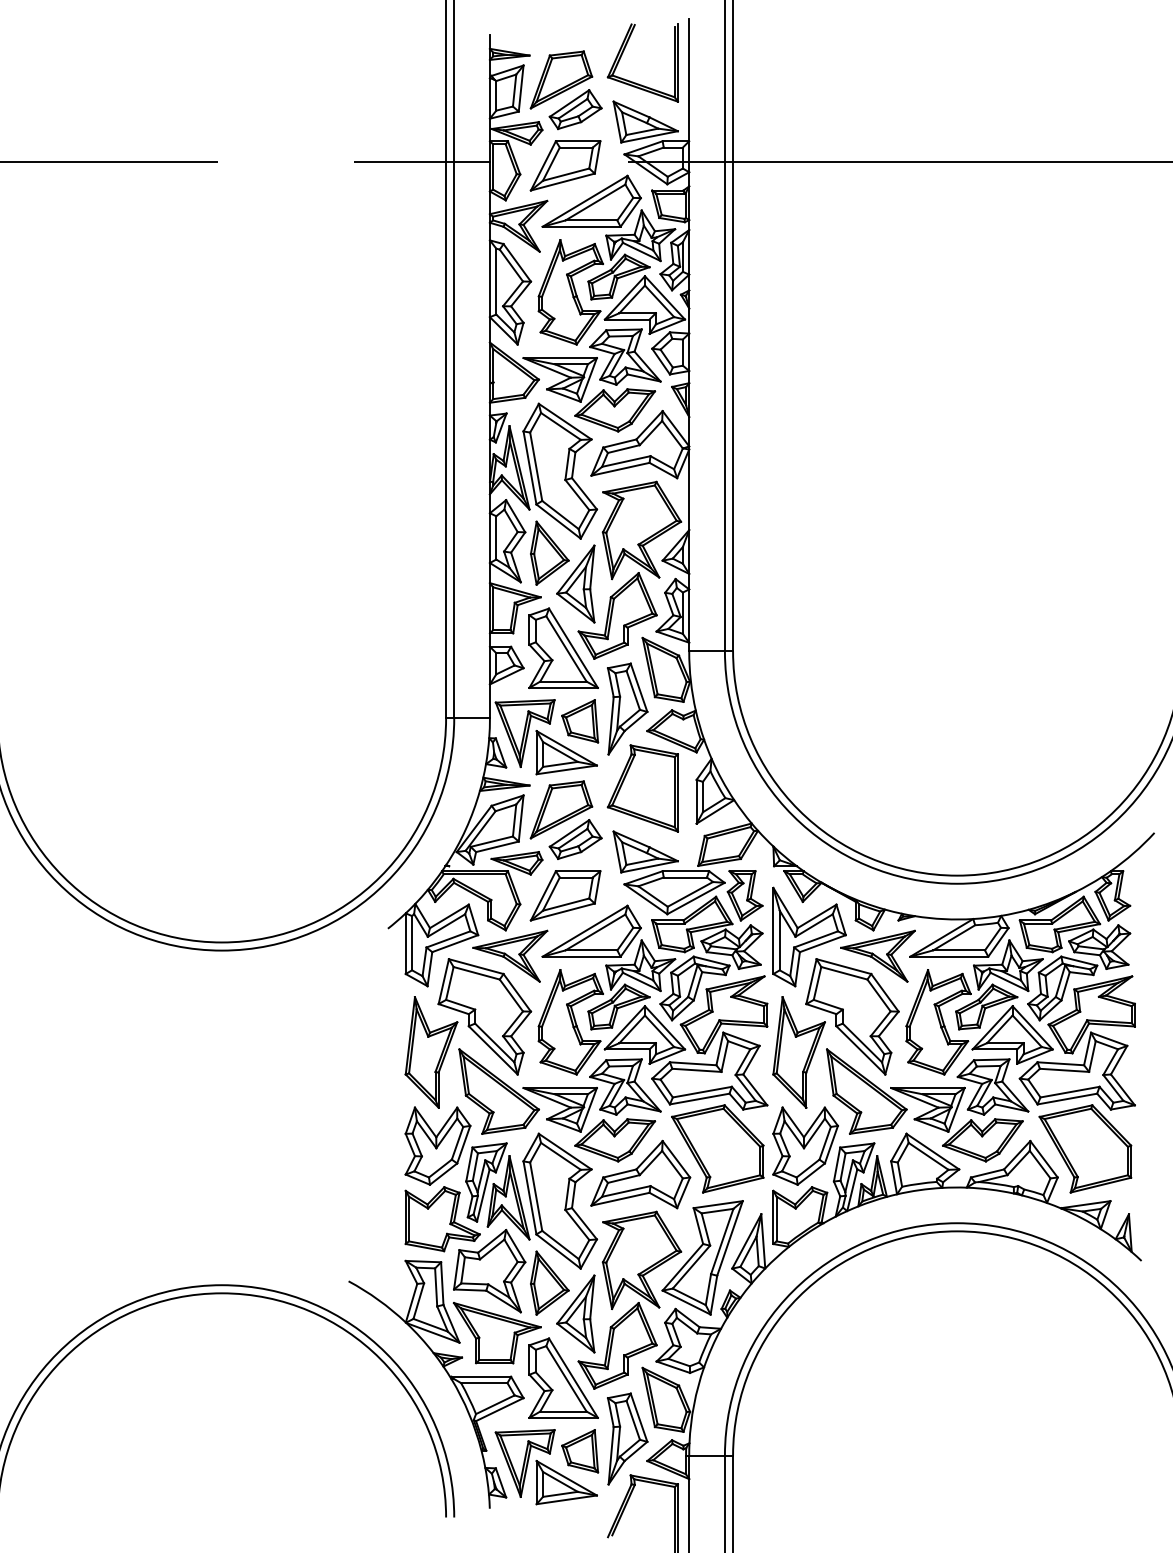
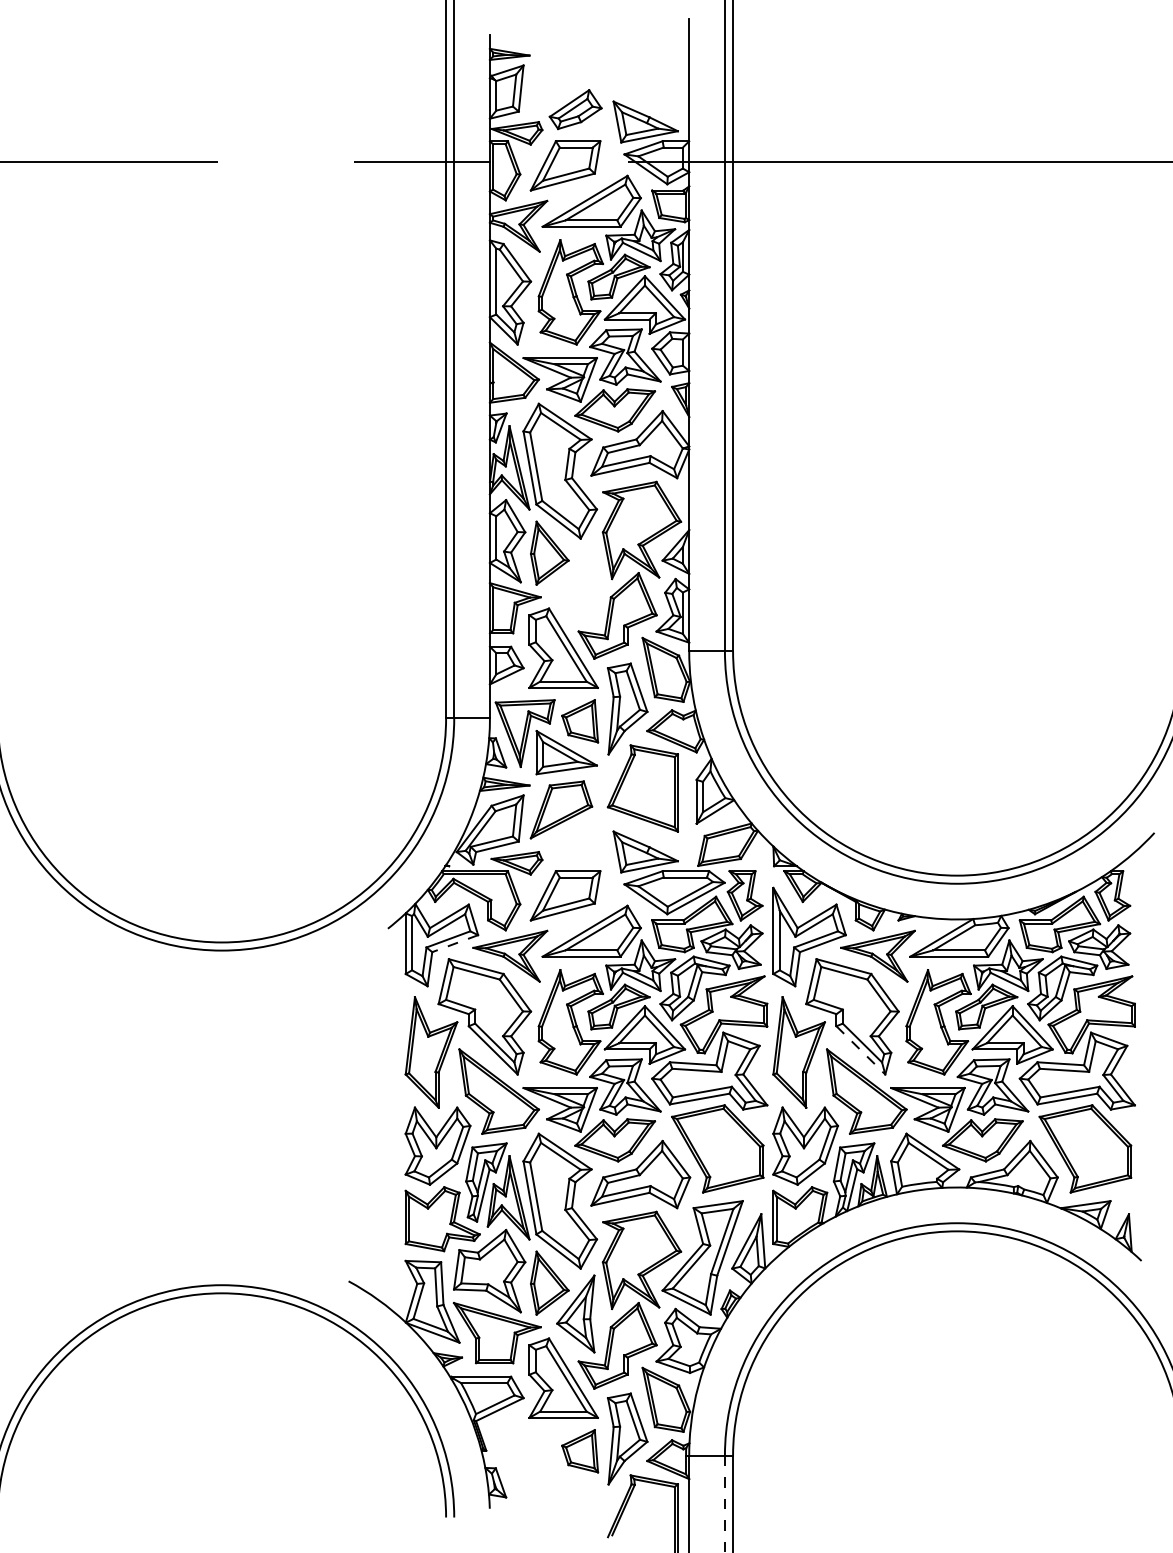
part at (561, 79): present -> none
part at (636, 82): present -> none
part at (575, 583): present -> none
part at (575, 839): present -> none
line at (454, 943): solid -> dashed
line at (861, 1050): solid -> dashed
part at (545, 1467): present -> none
line at (724, 1504): solid -> dashed
